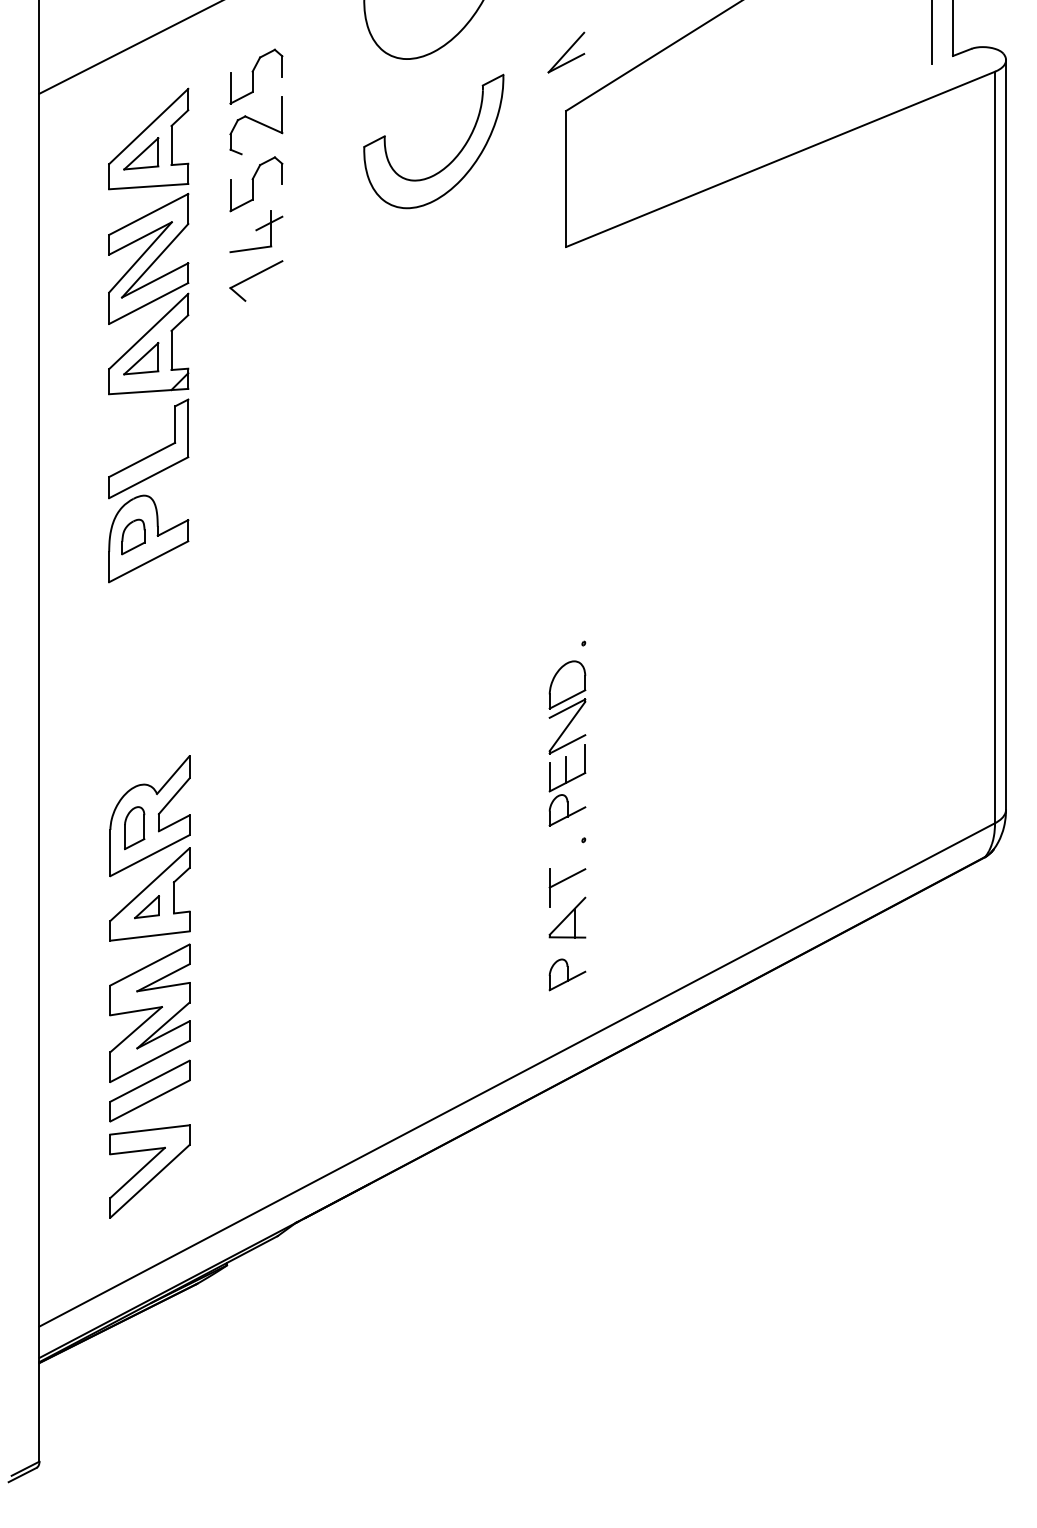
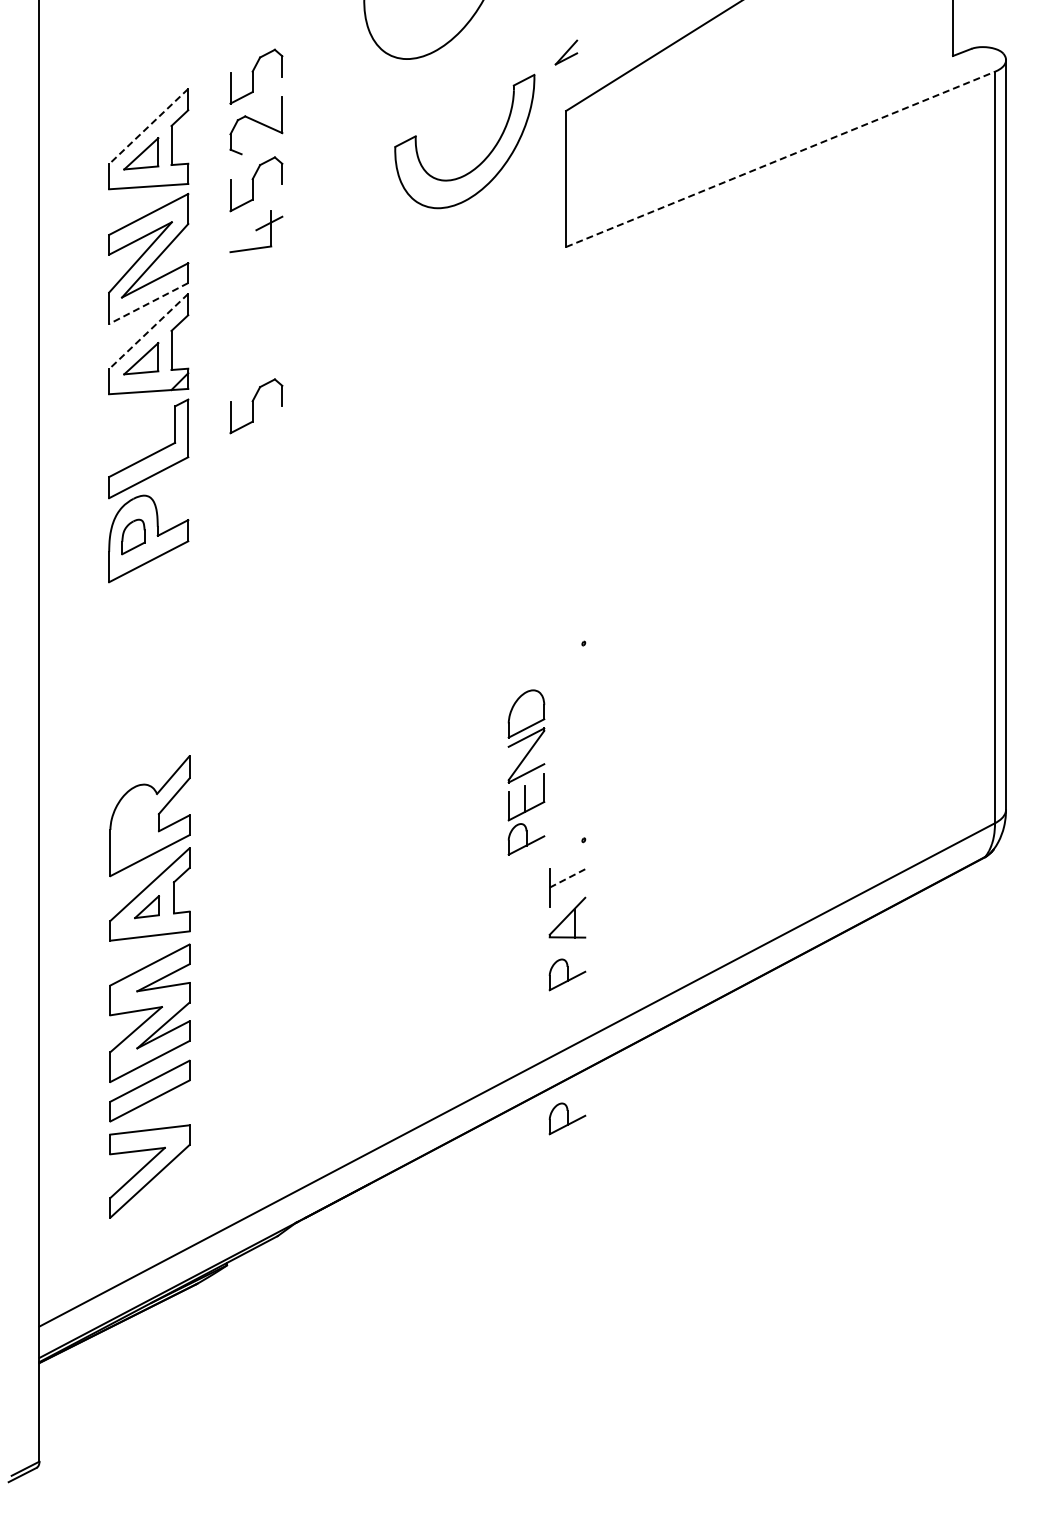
line at (932, 32): present -> none
line at (129, 47): present -> none
part at (566, 52) size: 39x43 px -> 25x27 px
line at (148, 126): solid -> dashed
part at (452, 159) position: (452, 159) -> (483, 159)
line at (780, 159): solid -> dashed
part at (256, 280): present -> none
line at (148, 303): solid -> dashed
line at (148, 331): solid -> dashed
part at (256, 406): none -> present
part at (567, 743) position: (567, 743) -> (526, 772)
part at (134, 828): present -> none
line at (567, 878): solid -> dashed
part at (567, 1118): none -> present
